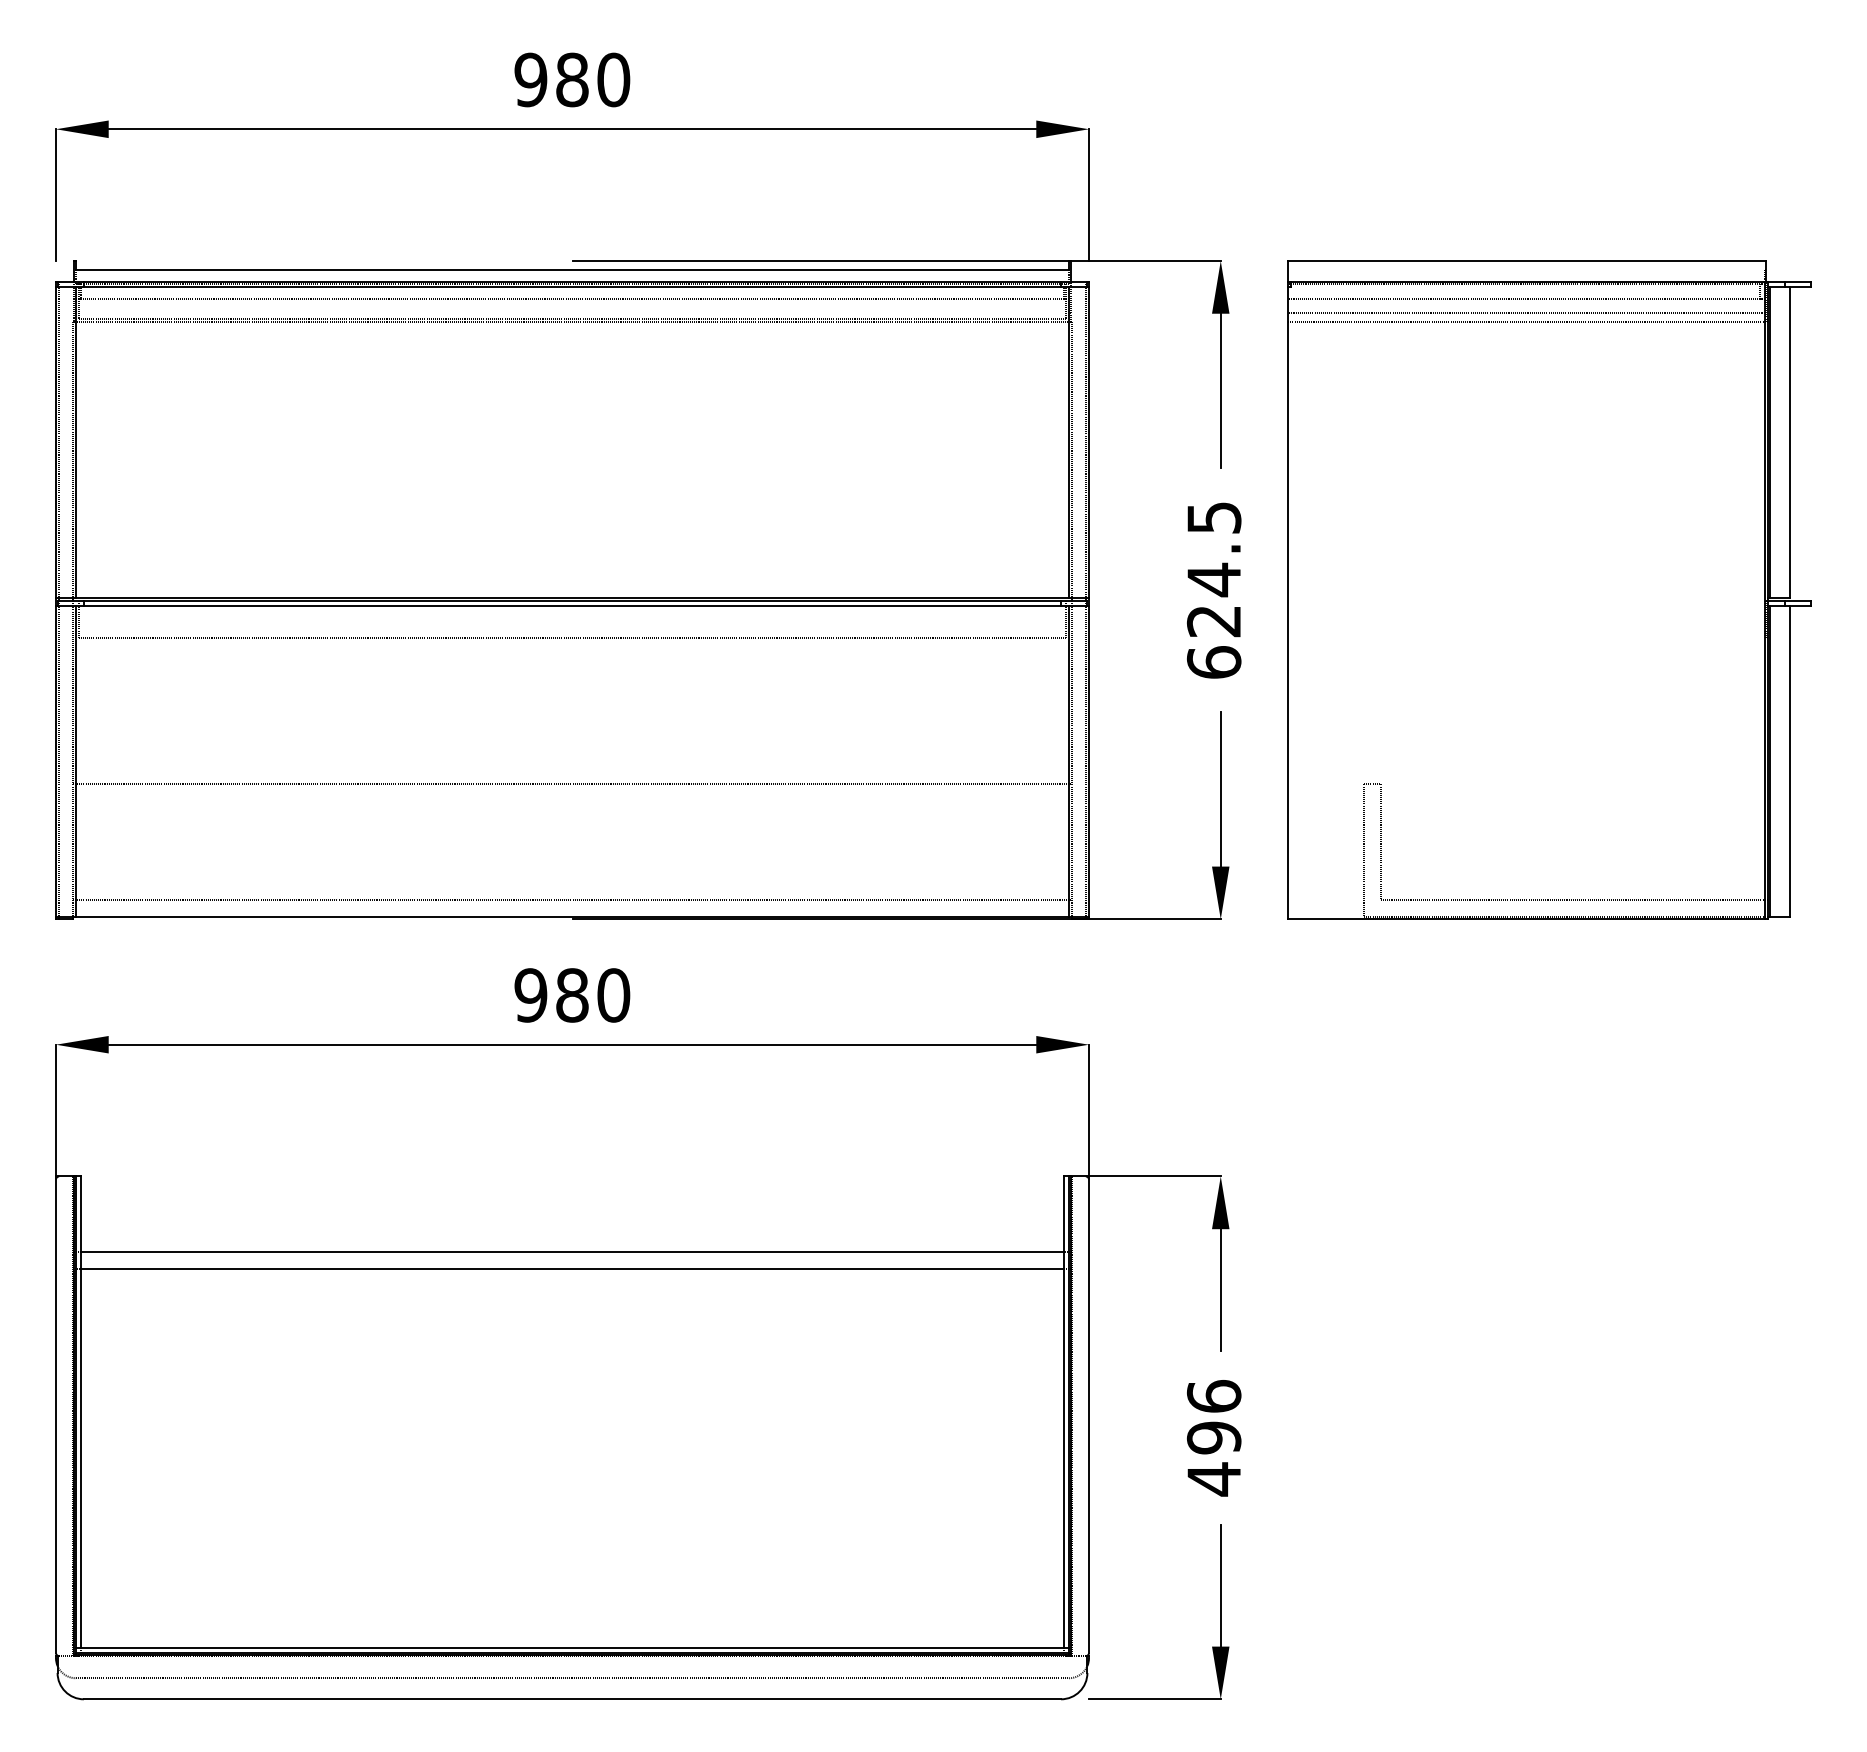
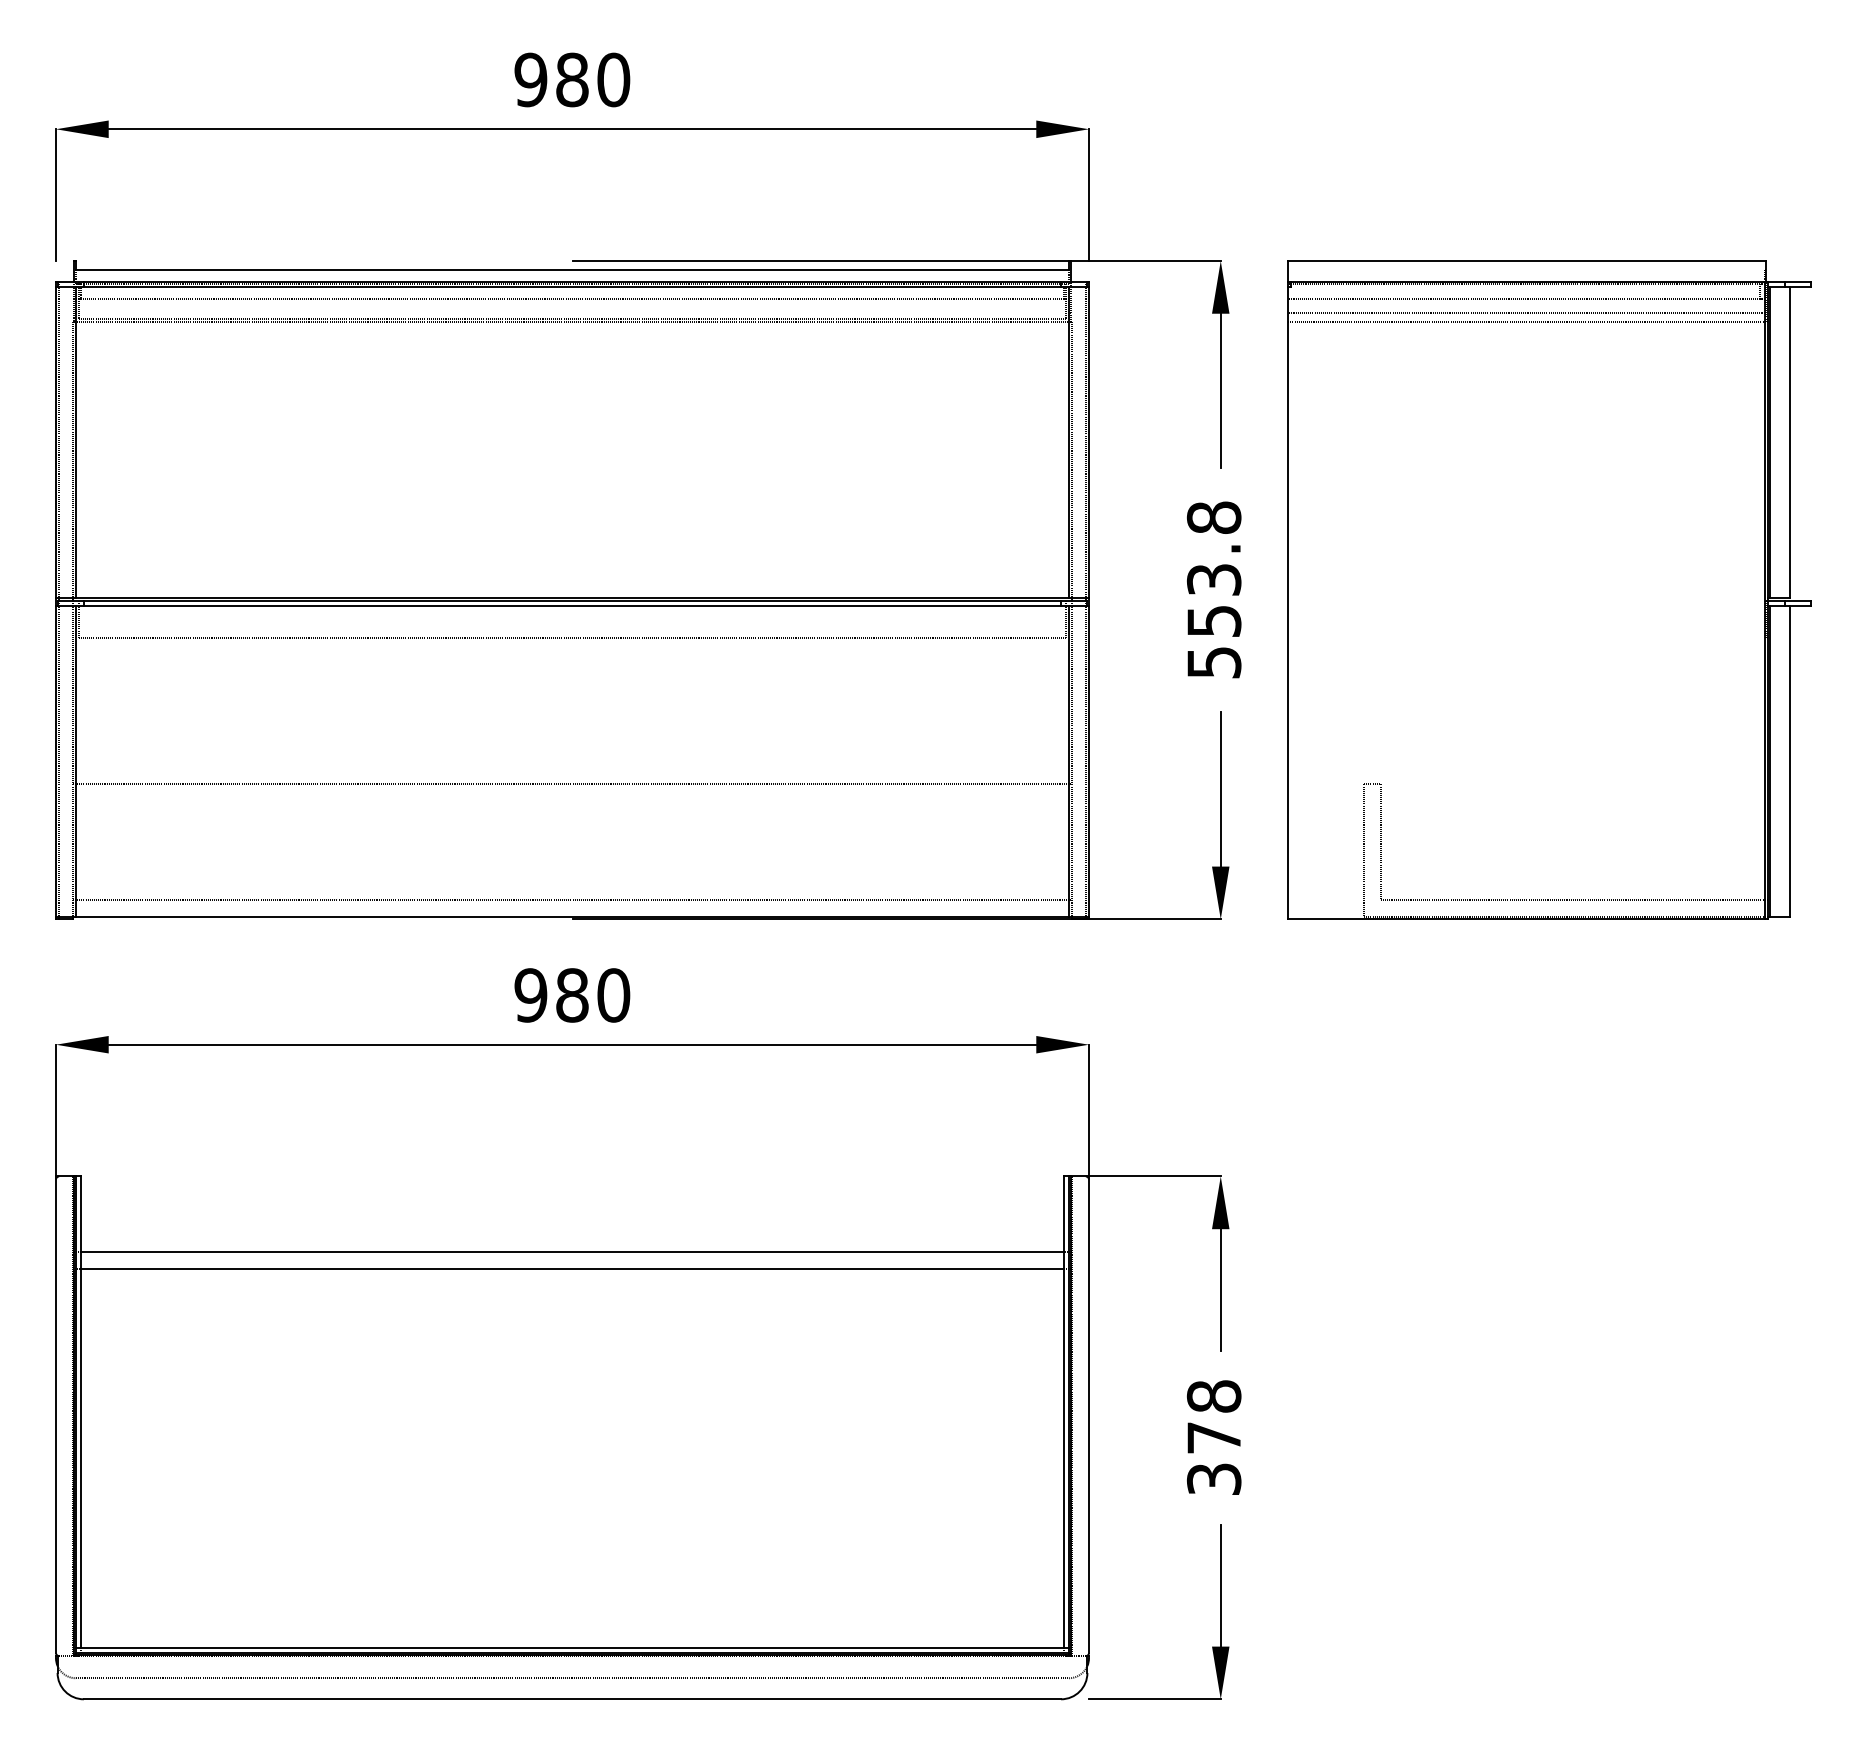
text at (1213, 589): 624.5 -> 553.8
text at (1213, 1438): 496 -> 378
